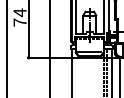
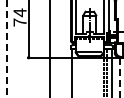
line at (7, 49): solid -> dashed
line at (120, 77): solid -> dashed
